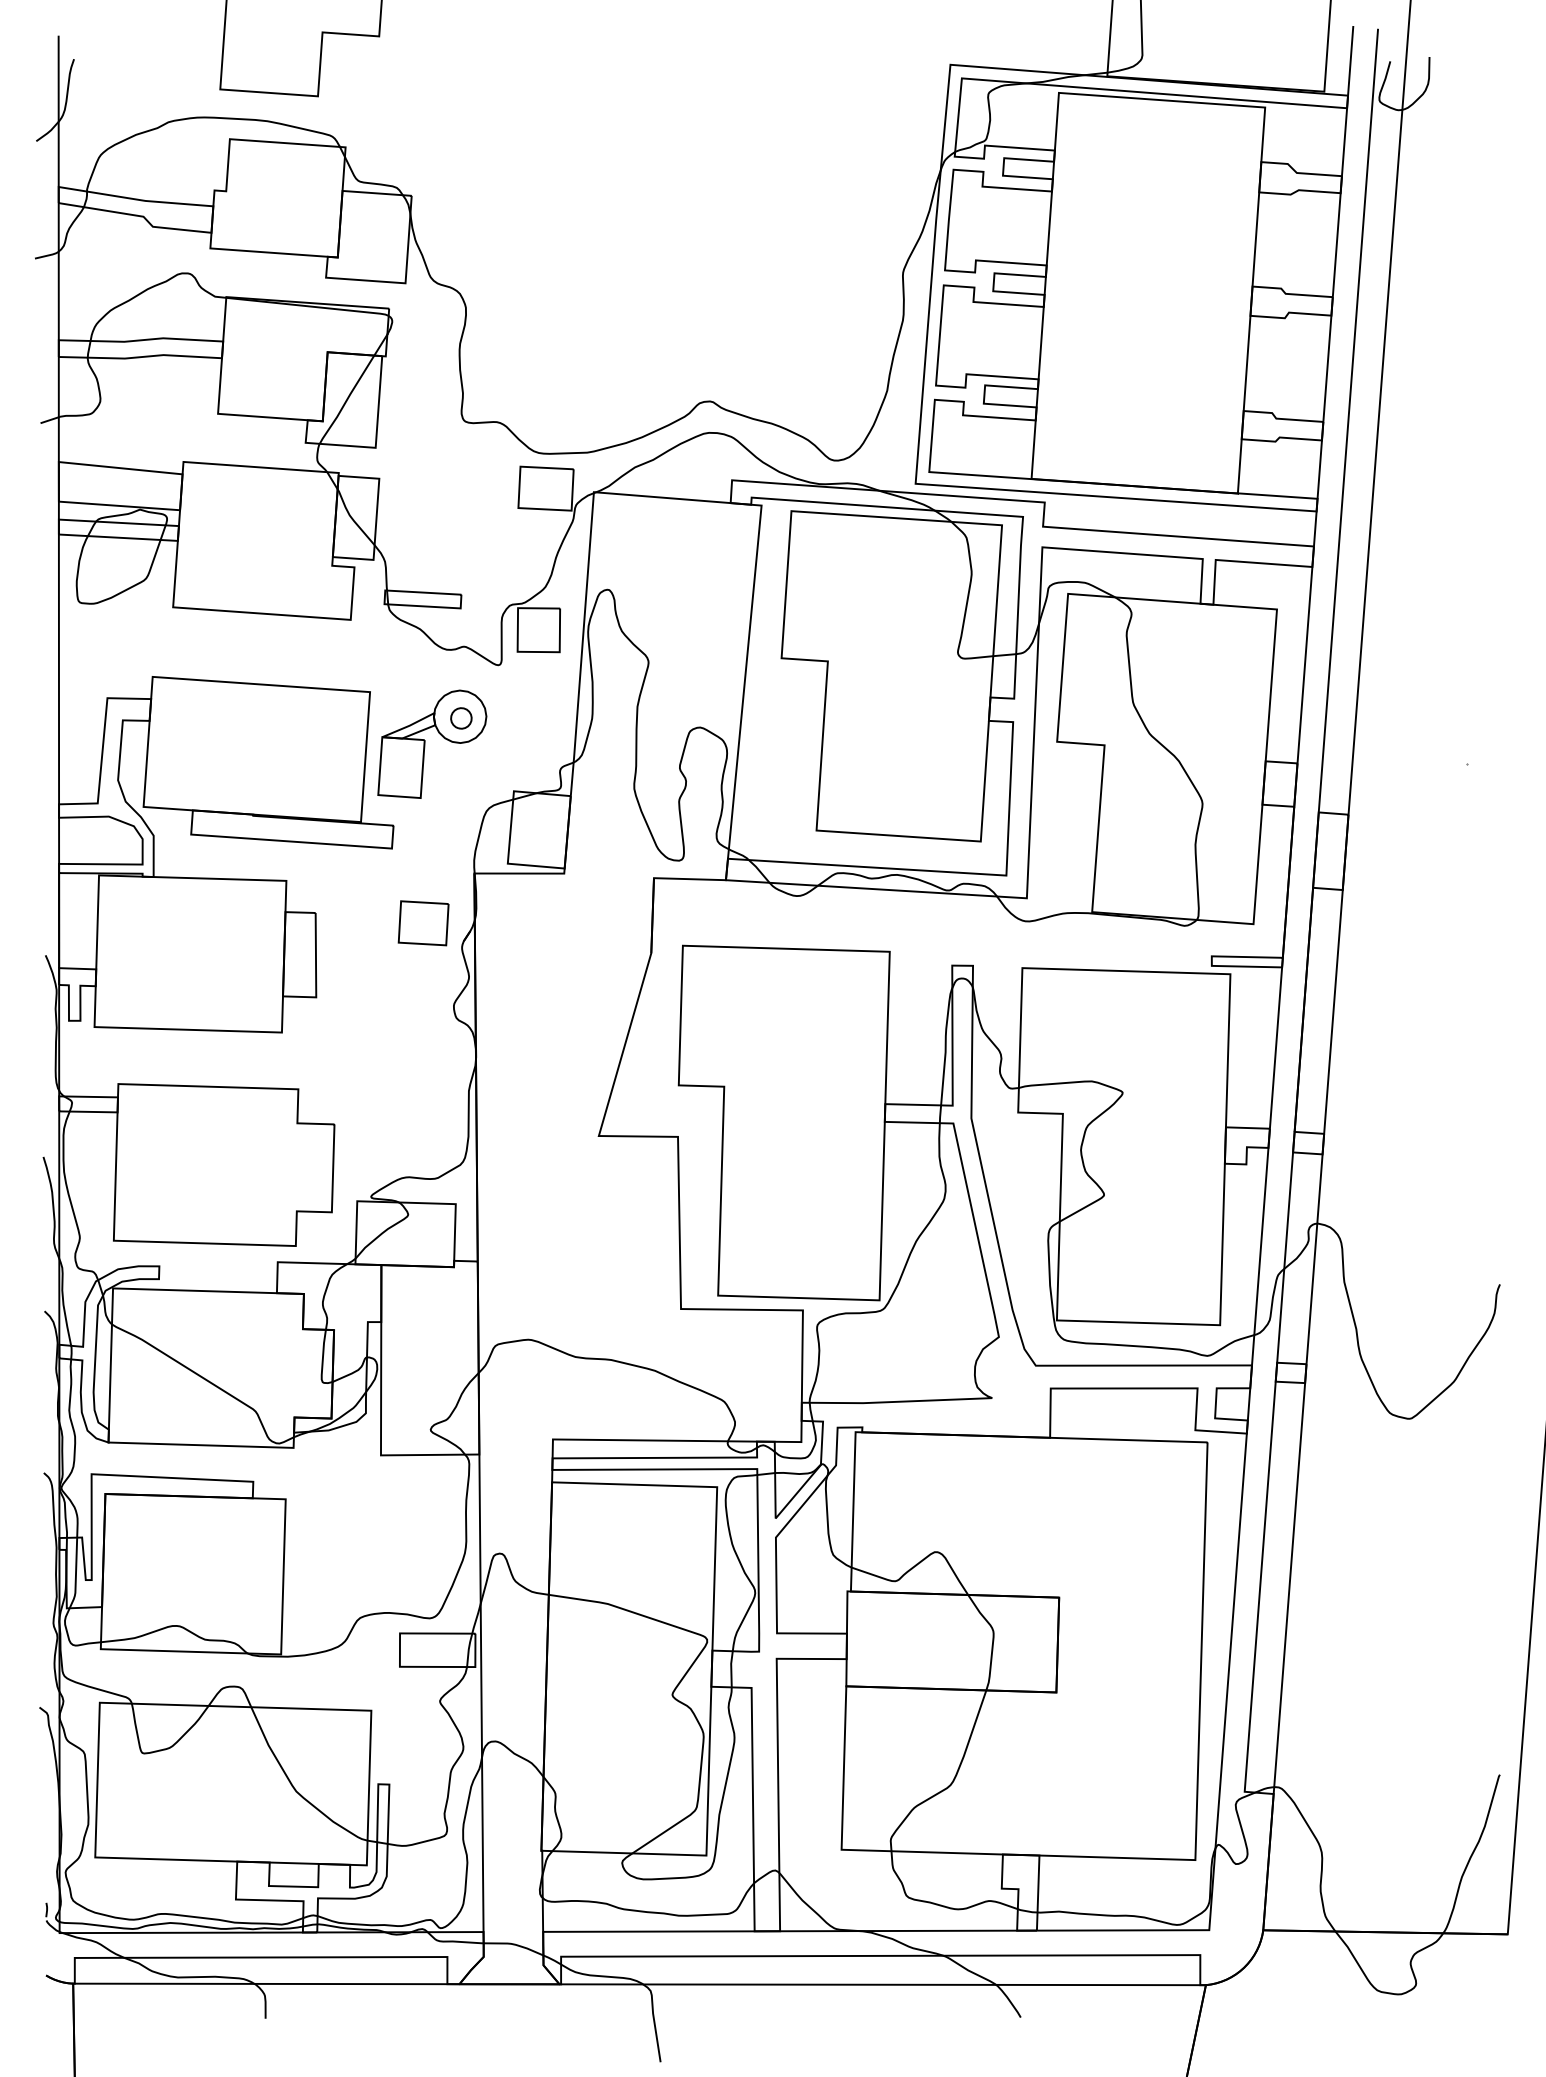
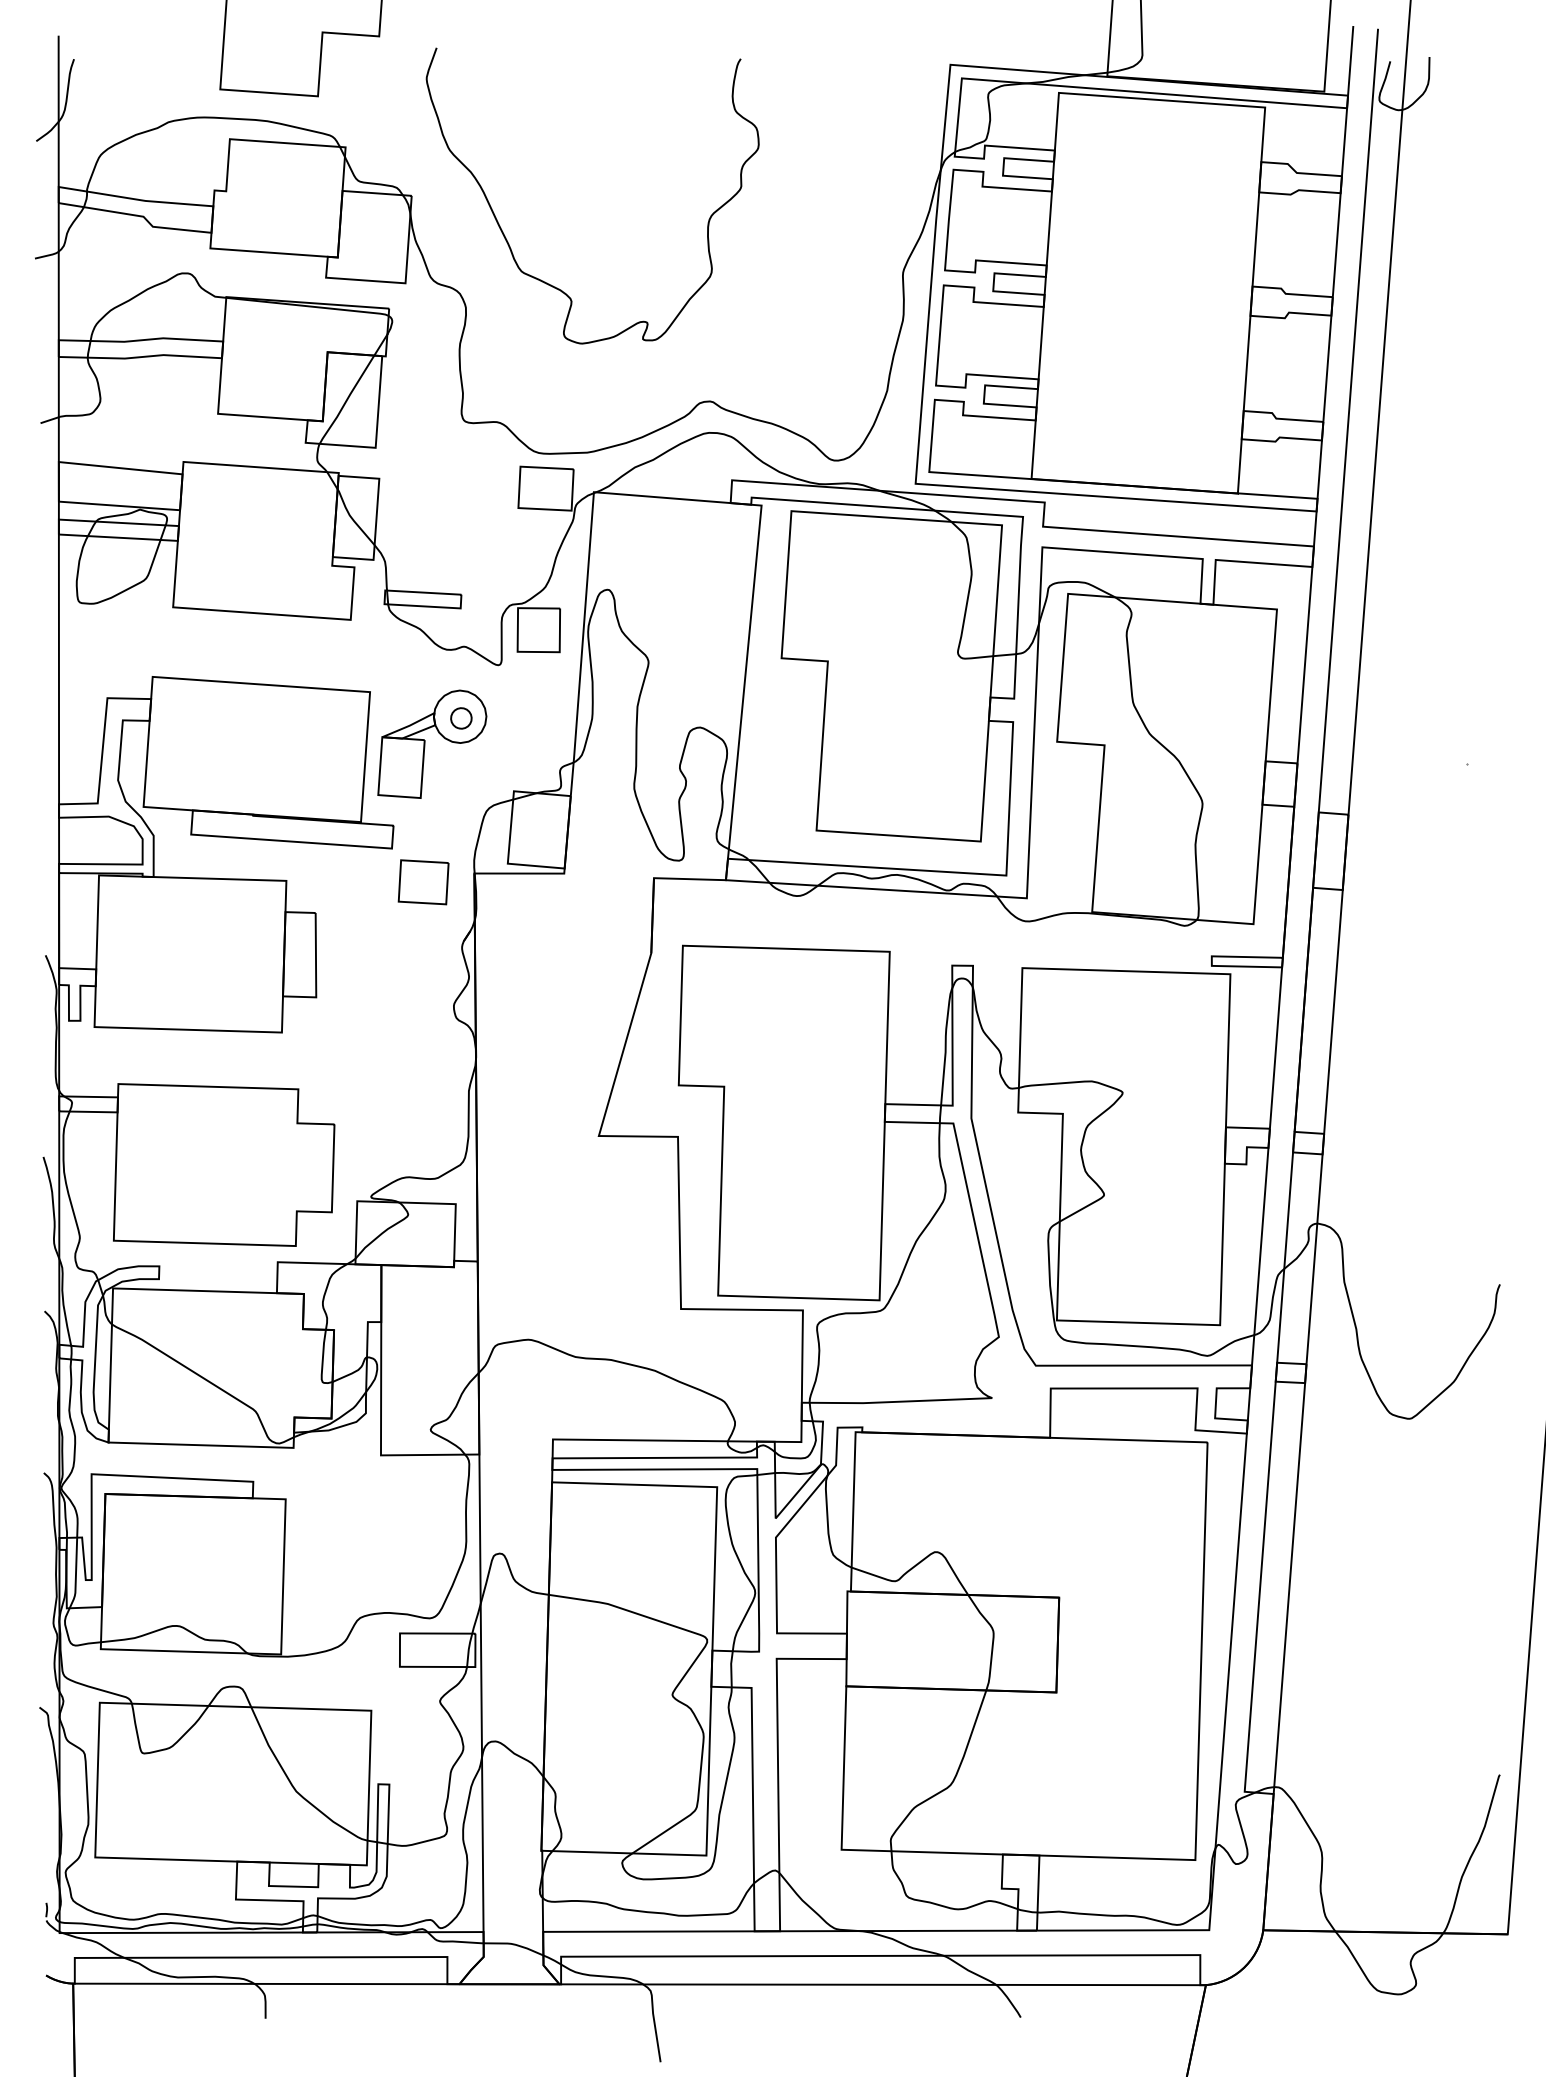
curve at (506, 237): none -> present
part at (423, 923) position: (423, 923) -> (423, 882)
